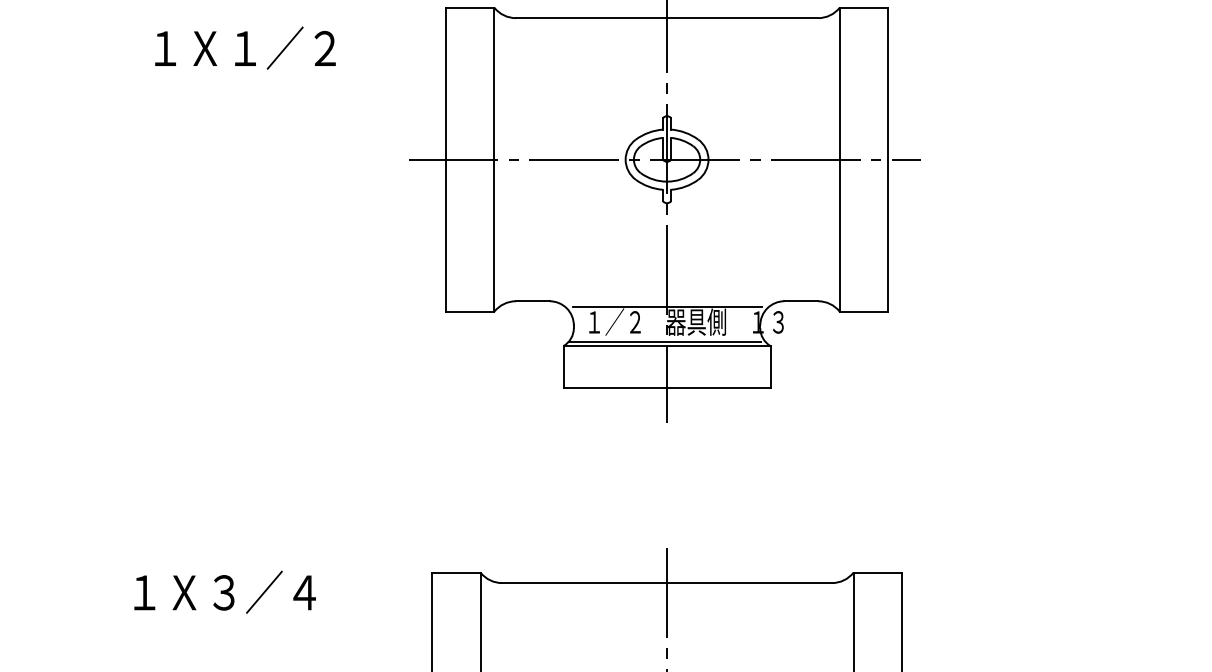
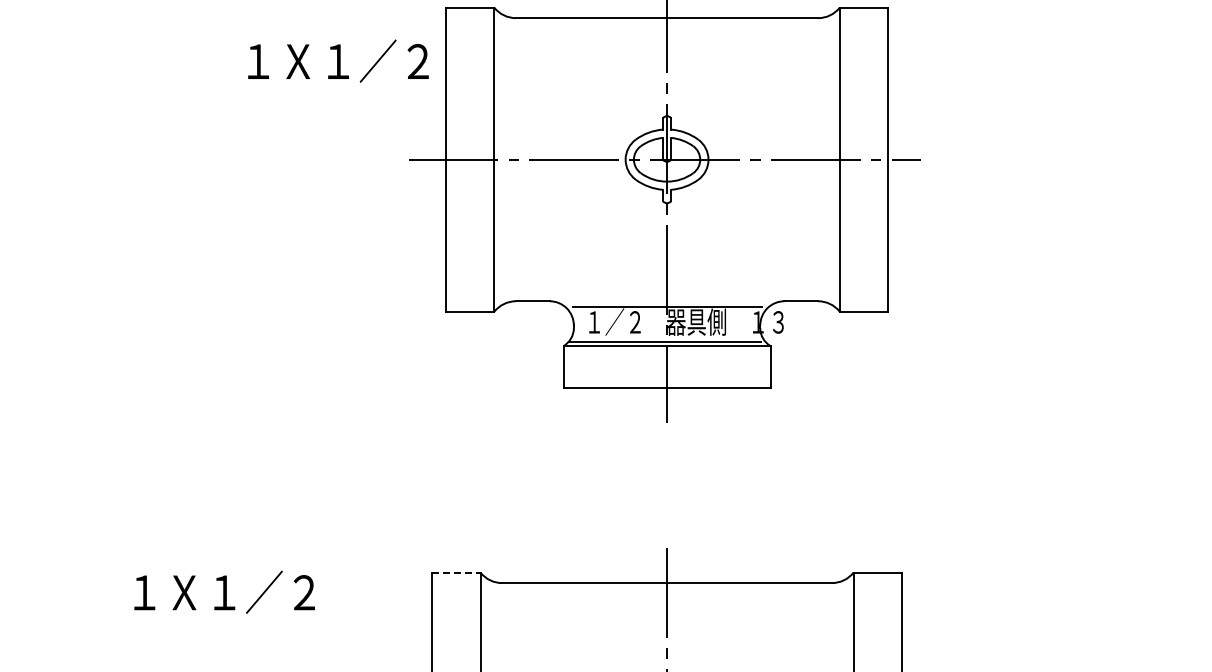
text at (245, 47) position: (245, 47) -> (338, 60)
line at (456, 572): solid -> dashed
text at (264, 592): １Ｘ３／４ -> １Ｘ１／２
